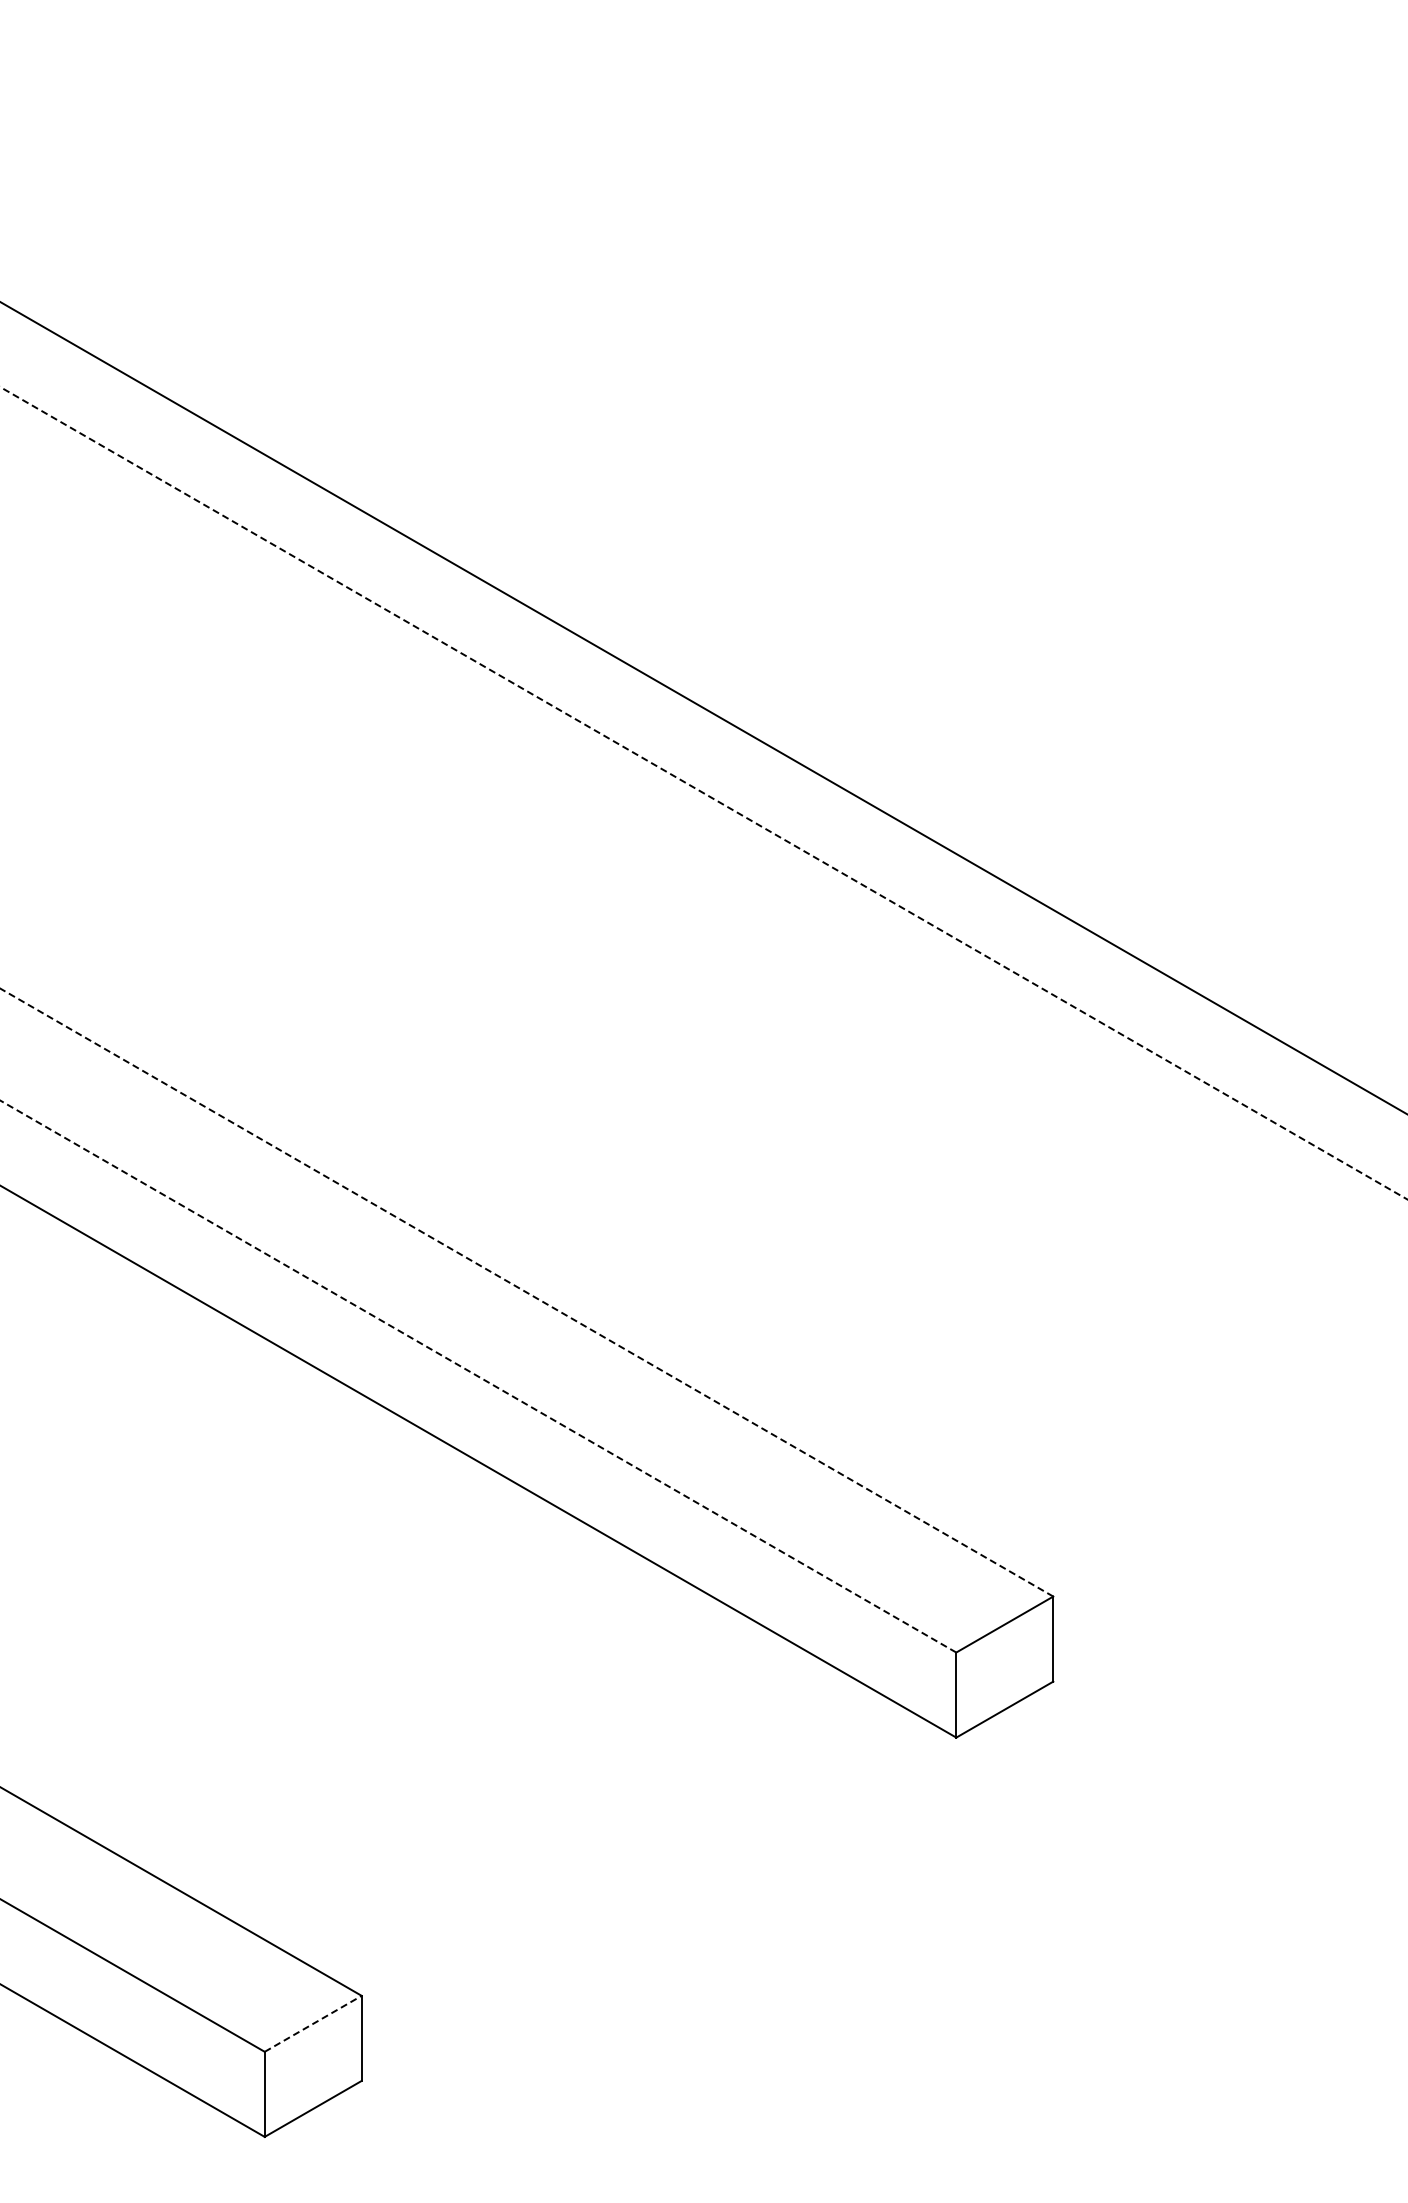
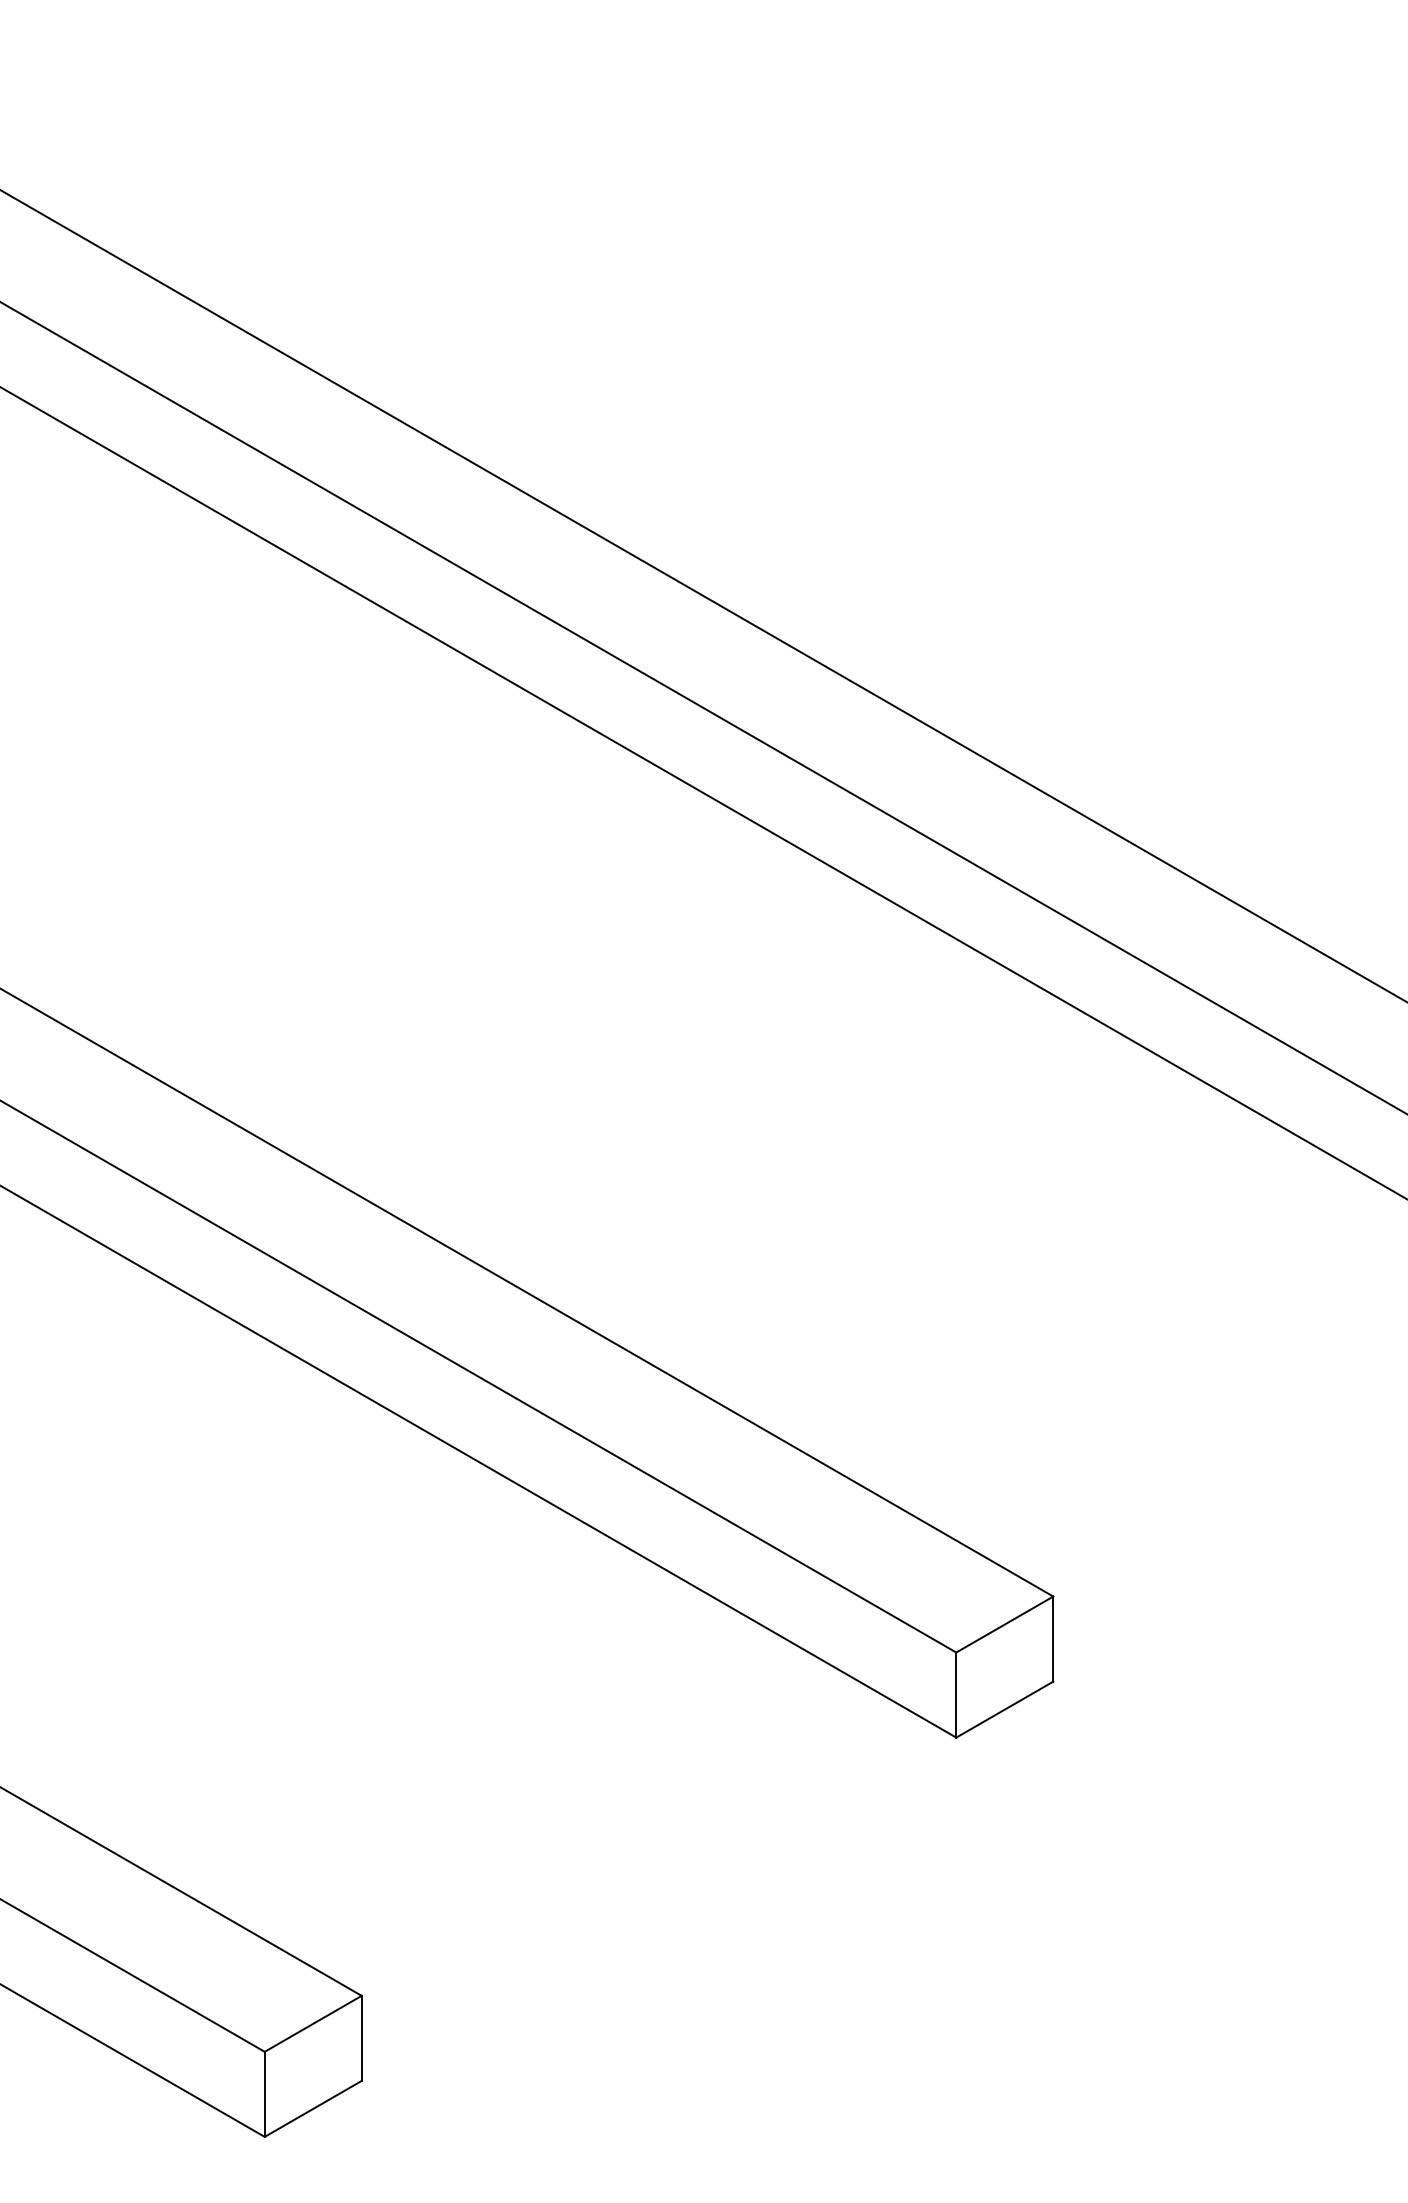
line at (703, 595): none -> present
line at (703, 792): dashed -> solid
line at (526, 1292): dashed -> solid
line at (478, 1376): dashed -> solid
line at (313, 2023): dashed -> solid
